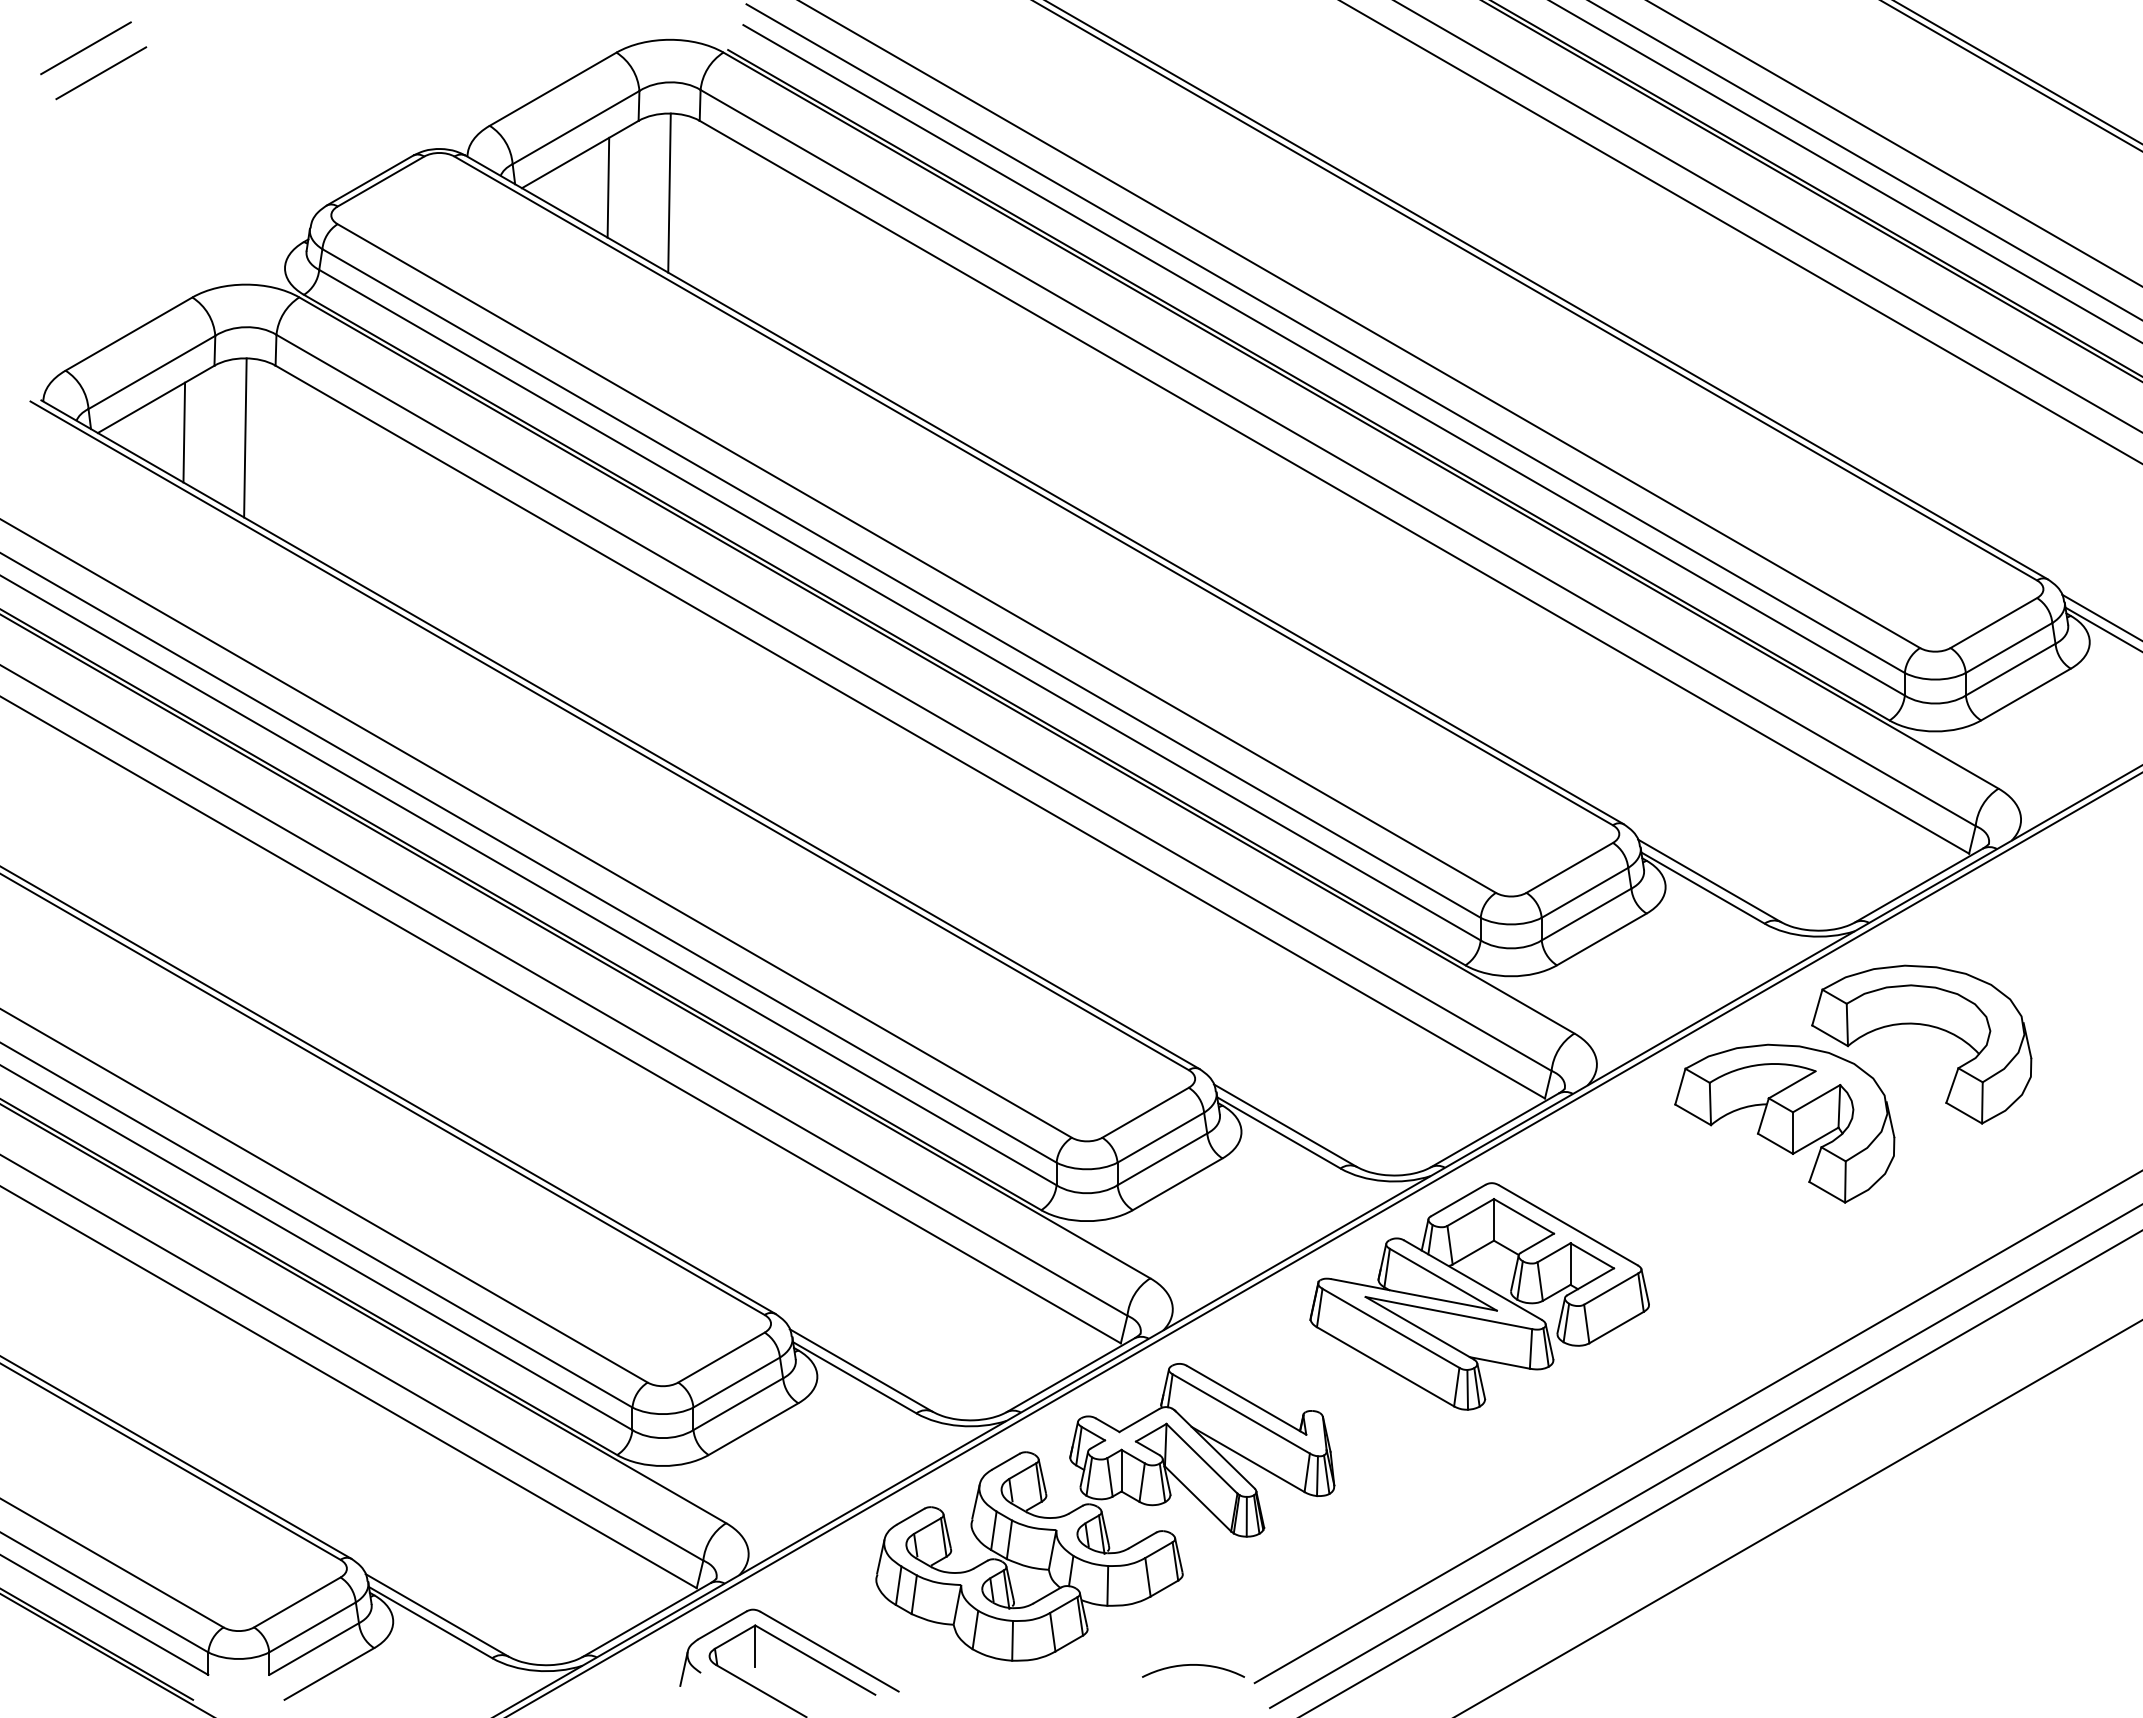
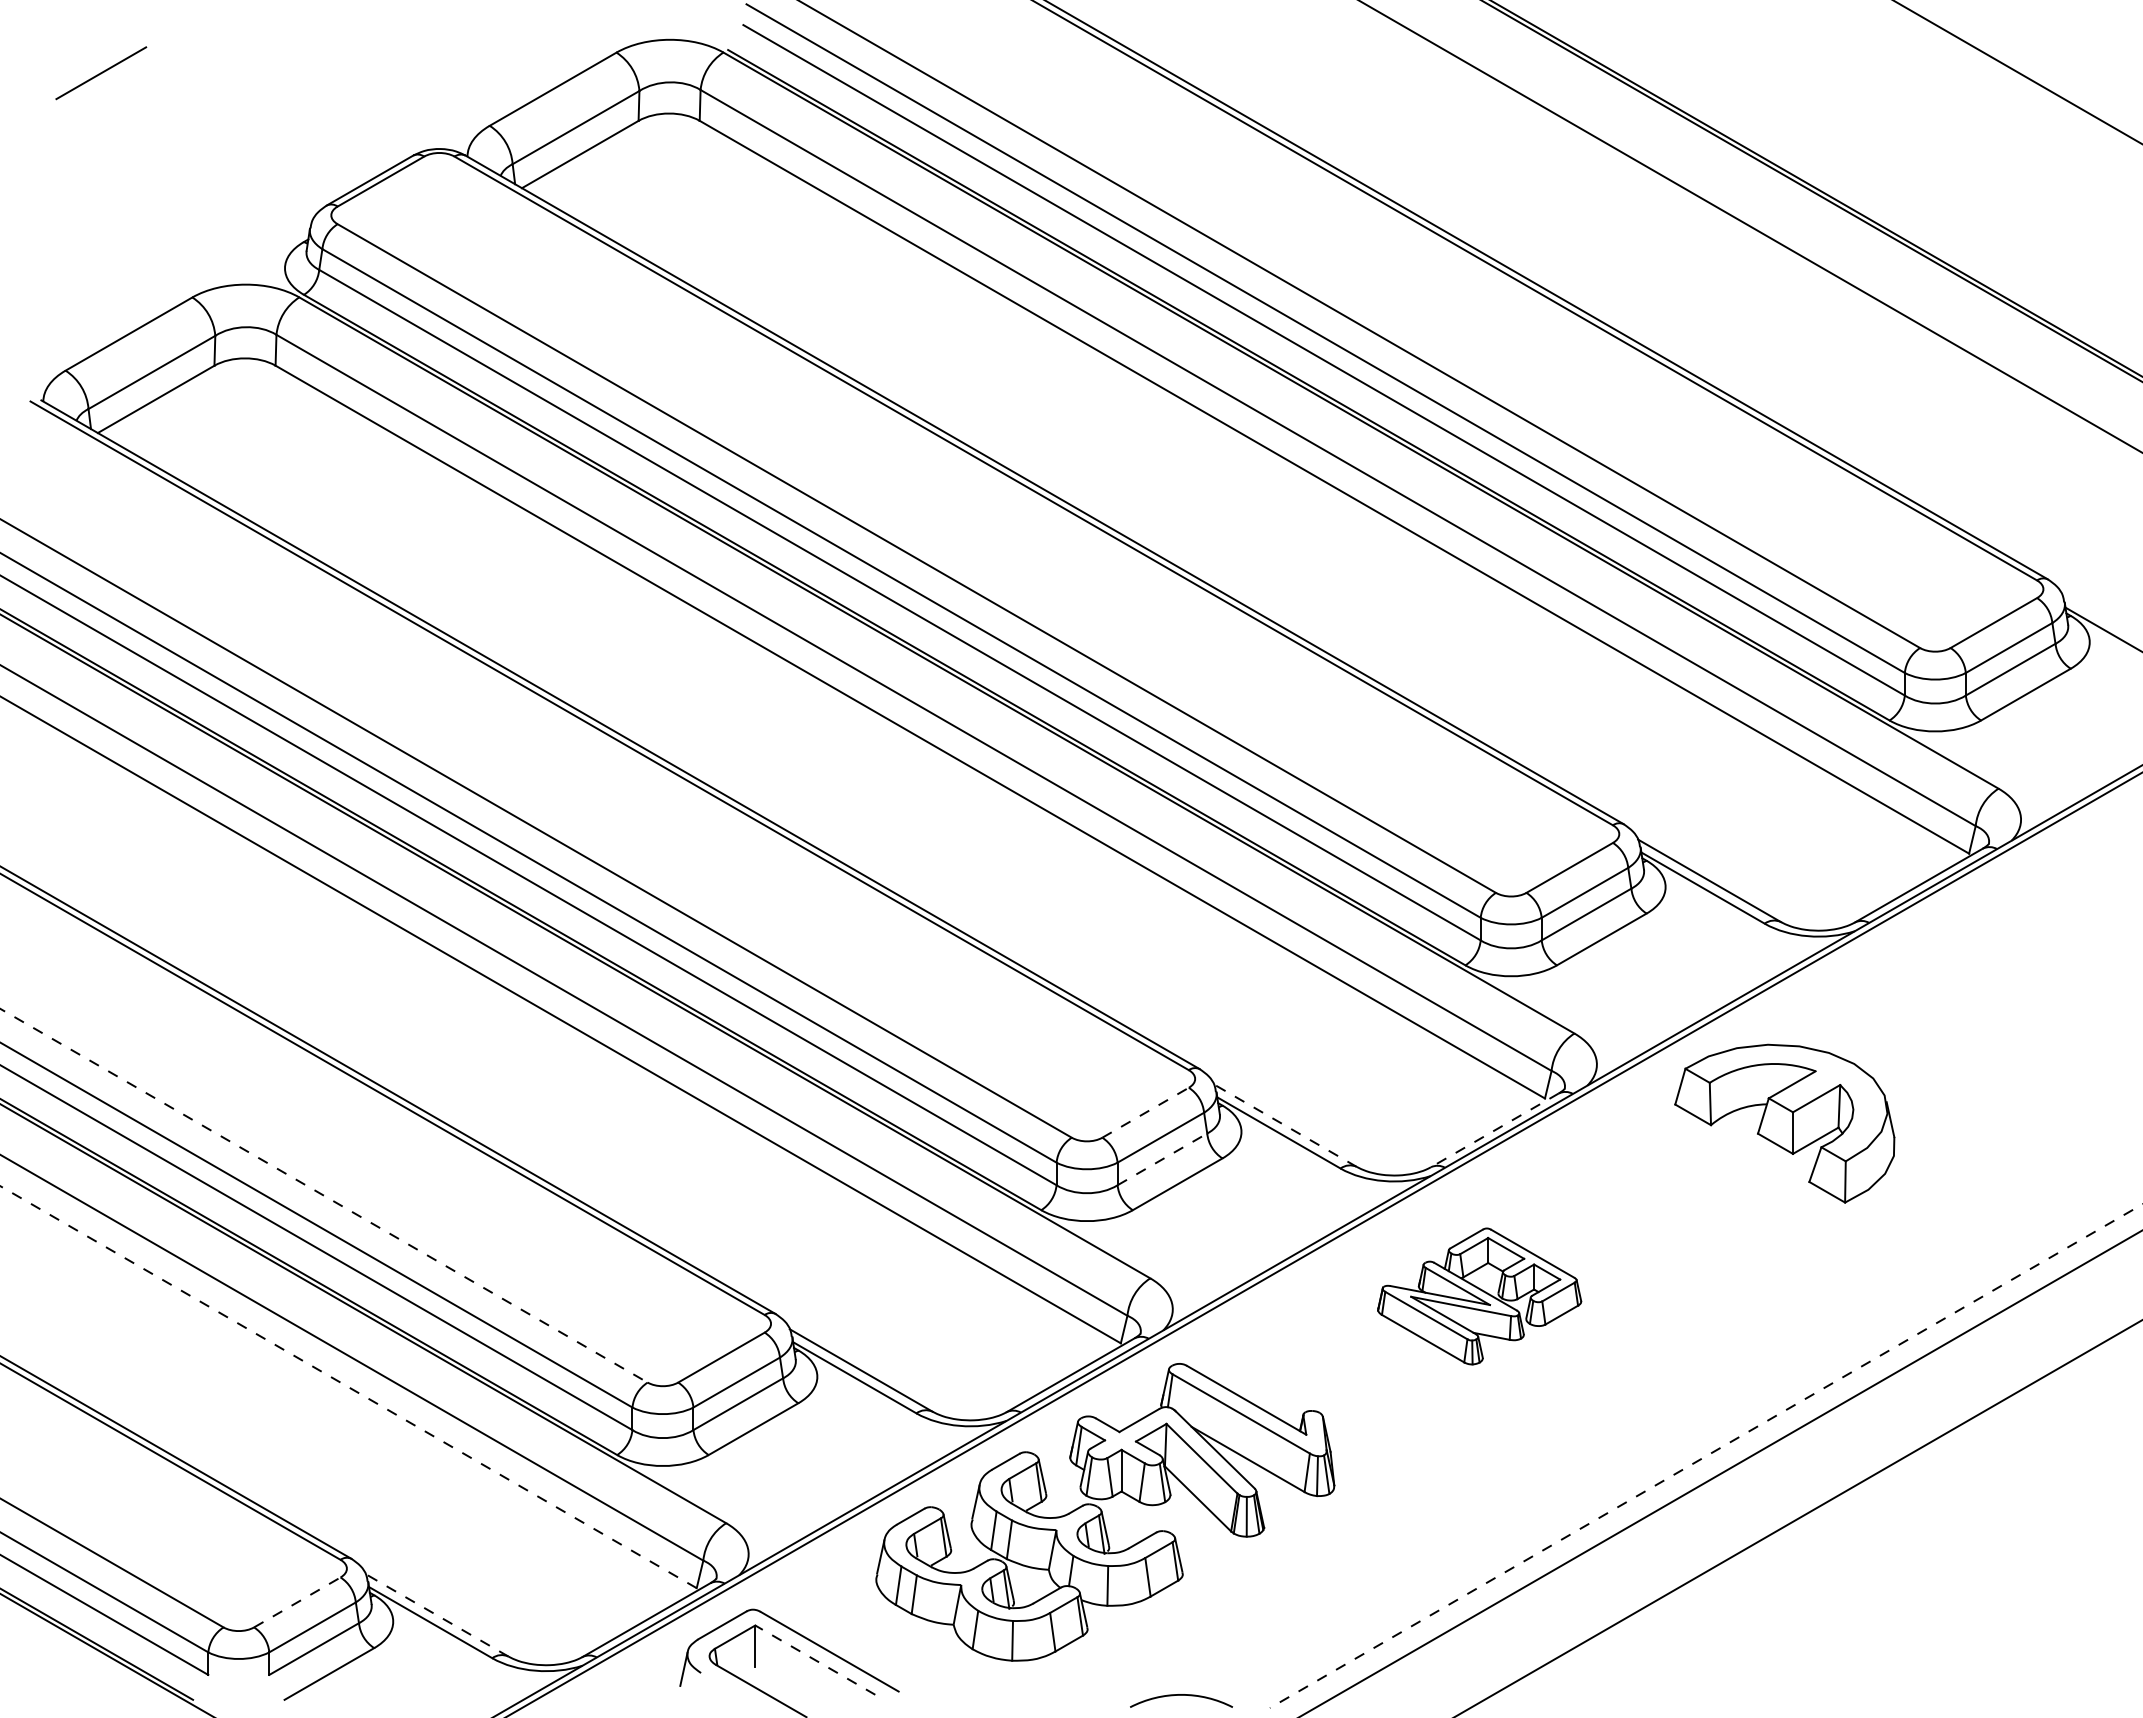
line at (85, 48): present -> none
line at (2011, 76): present -> none
line at (1894, 143): present -> none
line at (1864, 160): present -> none
line at (1845, 171): present -> none
line at (608, 187): present -> none
line at (669, 192): present -> none
line at (1767, 216) position: (1767, 216) -> (1750, 226)
line at (1740, 232): present -> none
line at (184, 432): present -> none
line at (245, 437): present -> none
line at (2100, 616): present -> none
part at (1926, 1026): present -> none
line at (1145, 1112): solid -> dashed
line at (1284, 1125): solid -> dashed
line at (1494, 1130): solid -> dashed
line at (1162, 1159): solid -> dashed
line at (323, 1195): solid -> dashed
part at (1479, 1296) size: 341x229 px -> 206x139 px
line at (348, 1387): solid -> dashed
line at (1696, 1427): present -> none
line at (1706, 1456): solid -> dashed
line at (297, 1602): solid -> dashed
line at (436, 1615): solid -> dashed
line at (814, 1659): solid -> dashed
arc at (1193, 1665) position: (1193, 1665) -> (1181, 1695)
